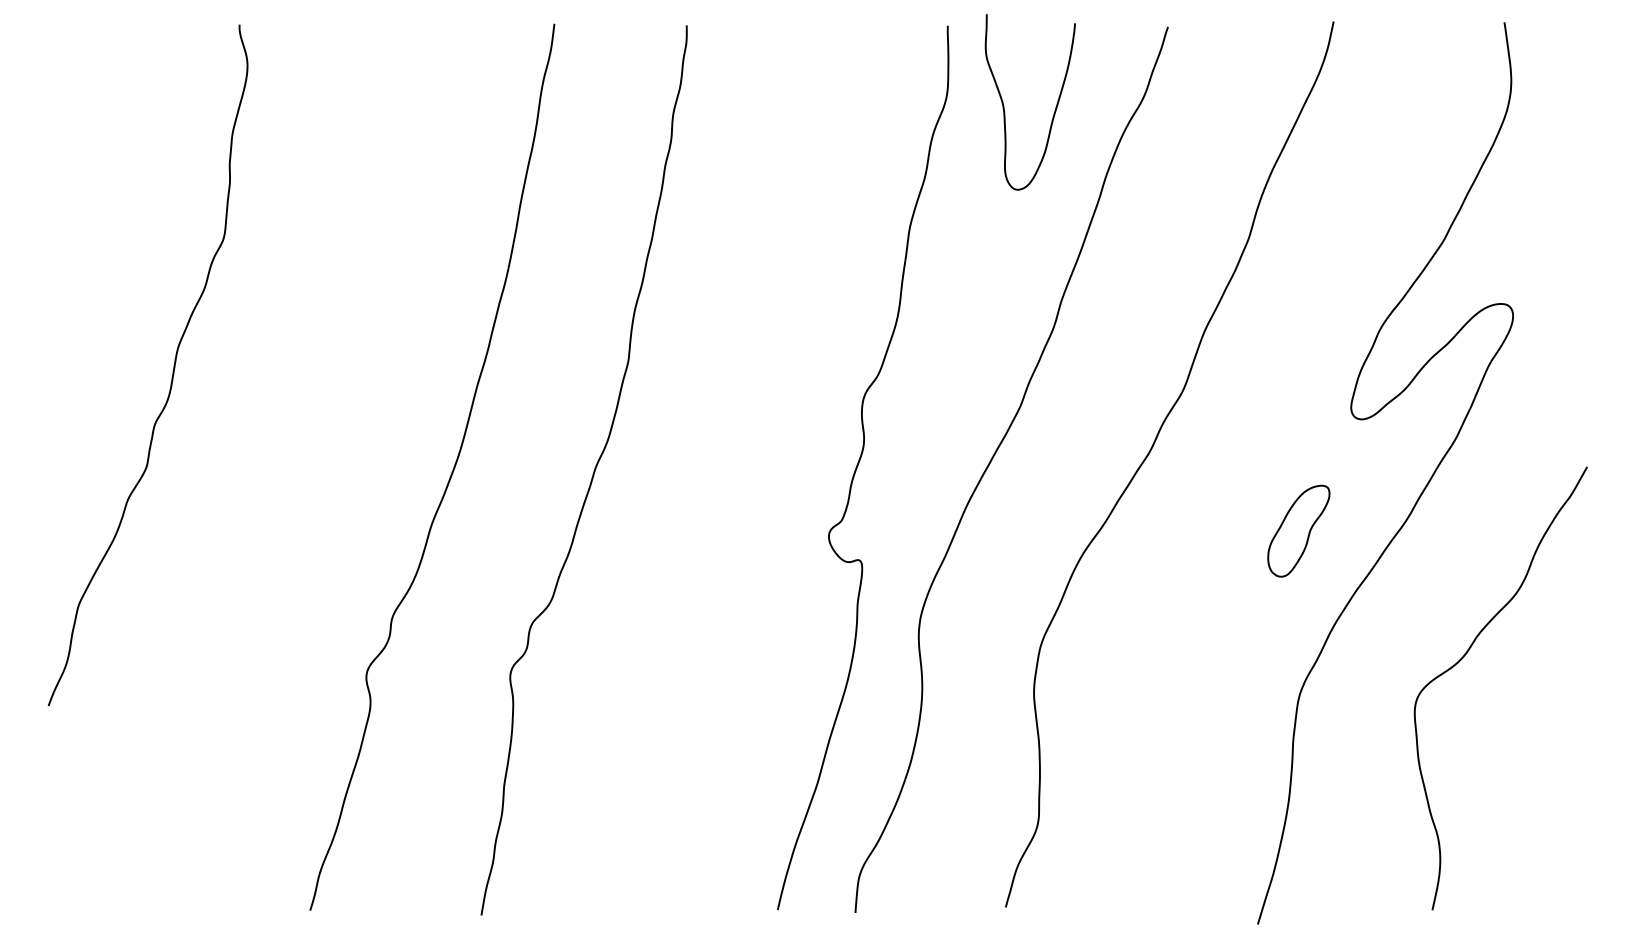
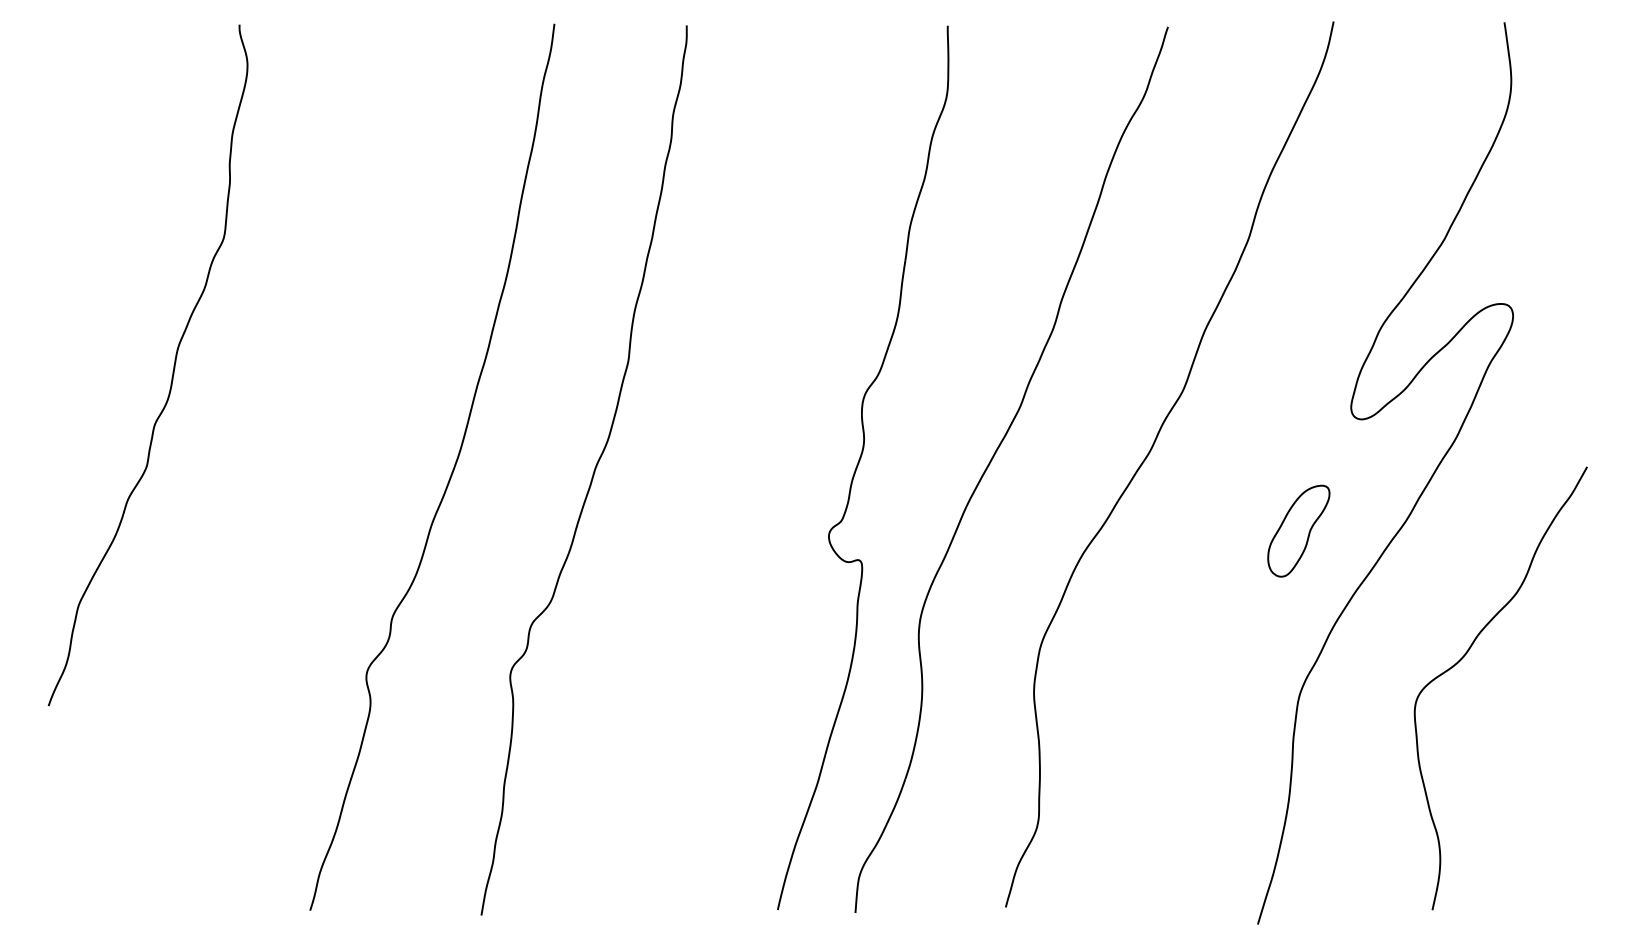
curve at (1004, 105): present -> none
